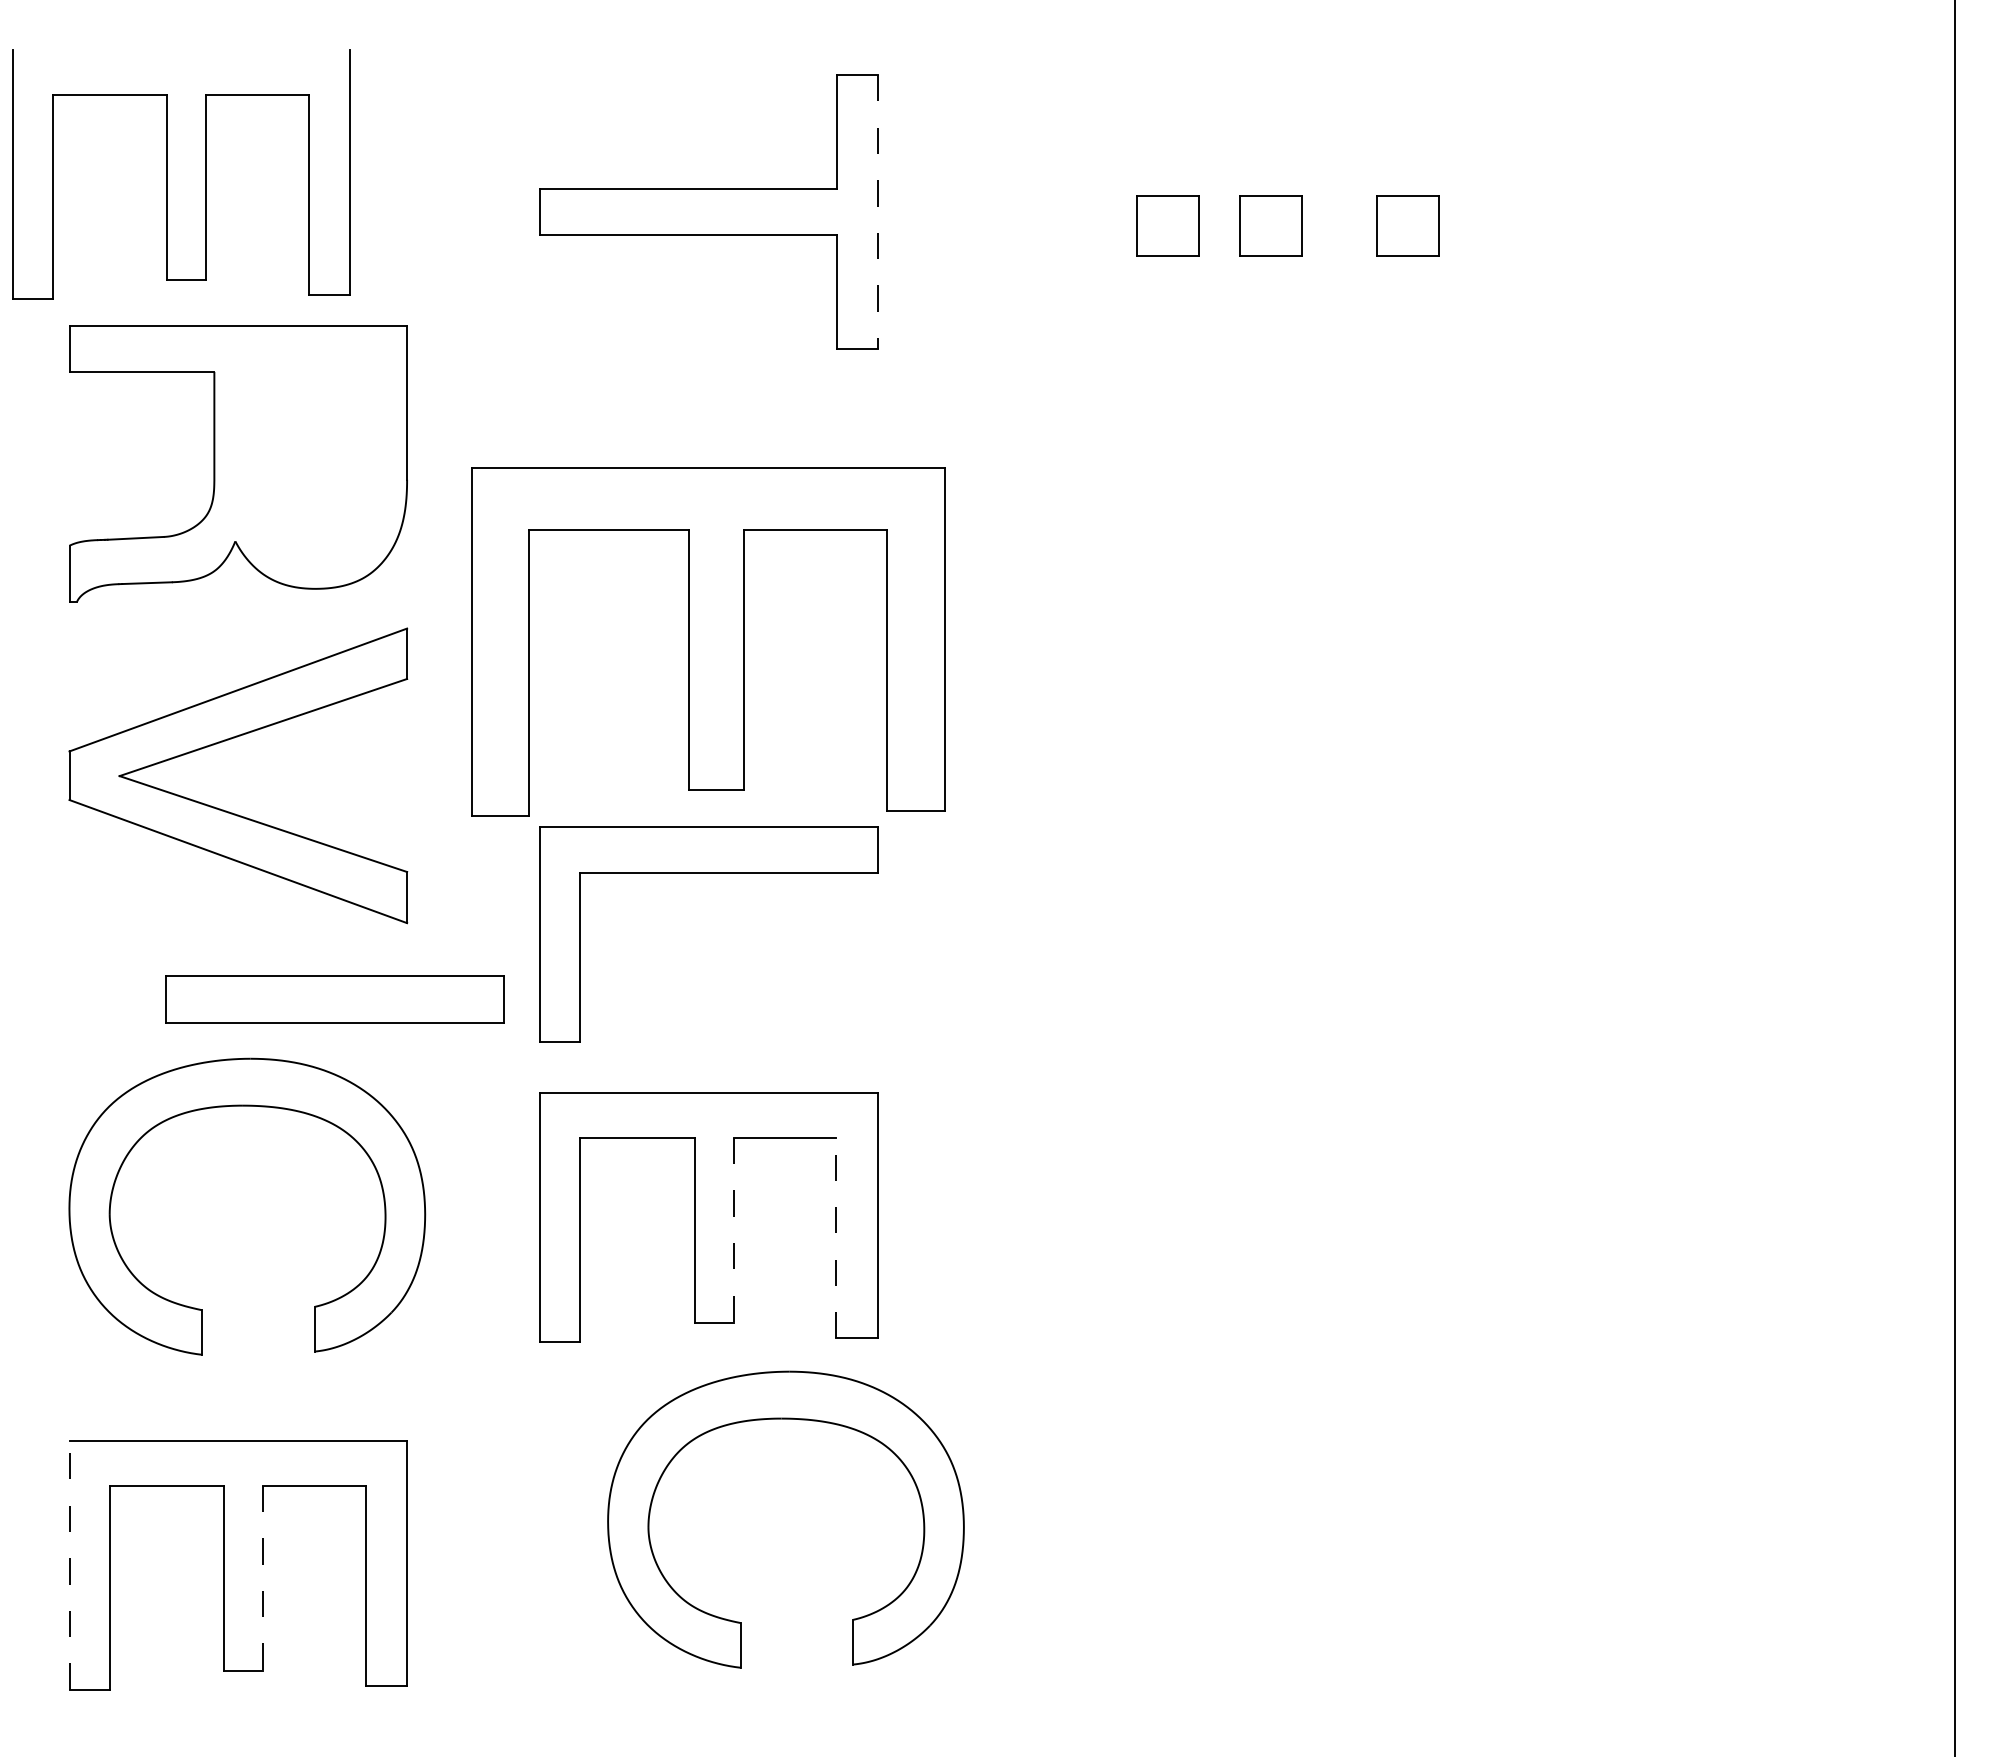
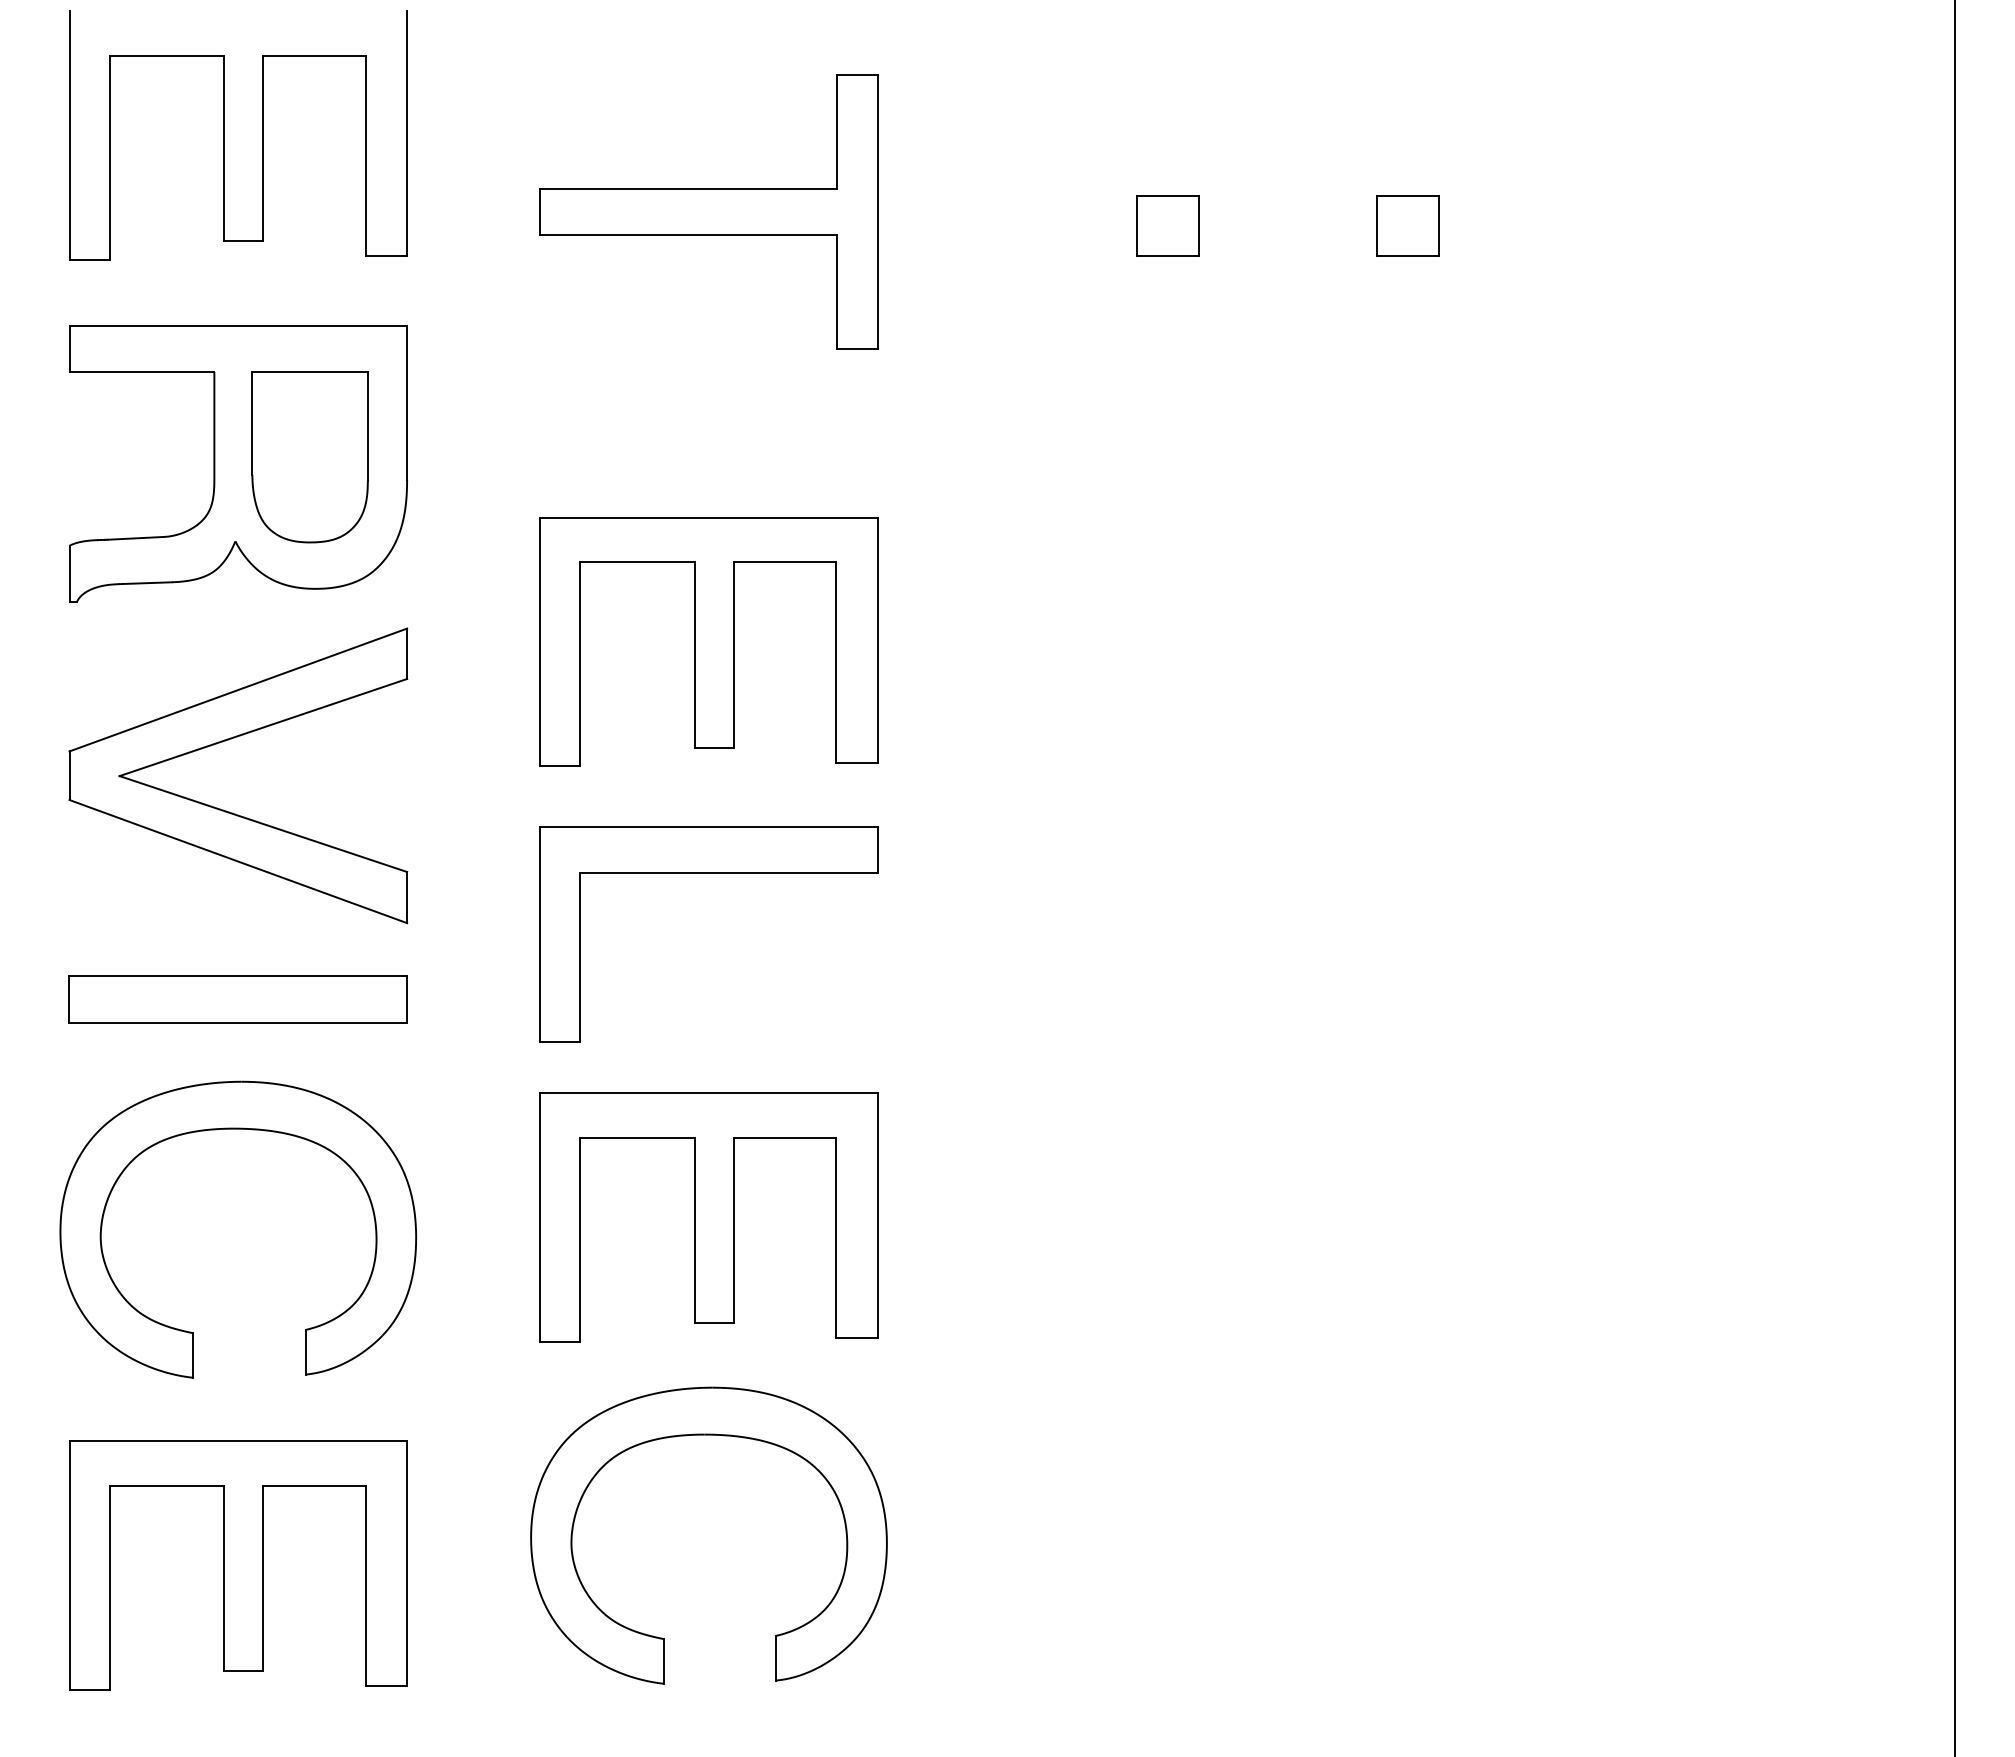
part at (167, 174) position: (167, 174) -> (224, 135)
line at (877, 212): dashed -> solid
part at (1270, 225): present -> none
part at (309, 457): none -> present
part at (708, 641) size: 475x350 px -> 340x250 px
part at (334, 999) position: (334, 999) -> (237, 999)
part at (261, 1107) position: (261, 1107) -> (252, 1130)
line at (733, 1230): dashed -> solid
line at (836, 1237): dashed -> solid
part at (785, 1419) position: (785, 1419) -> (708, 1435)
line at (69, 1564): dashed -> solid
line at (263, 1578): dashed -> solid
